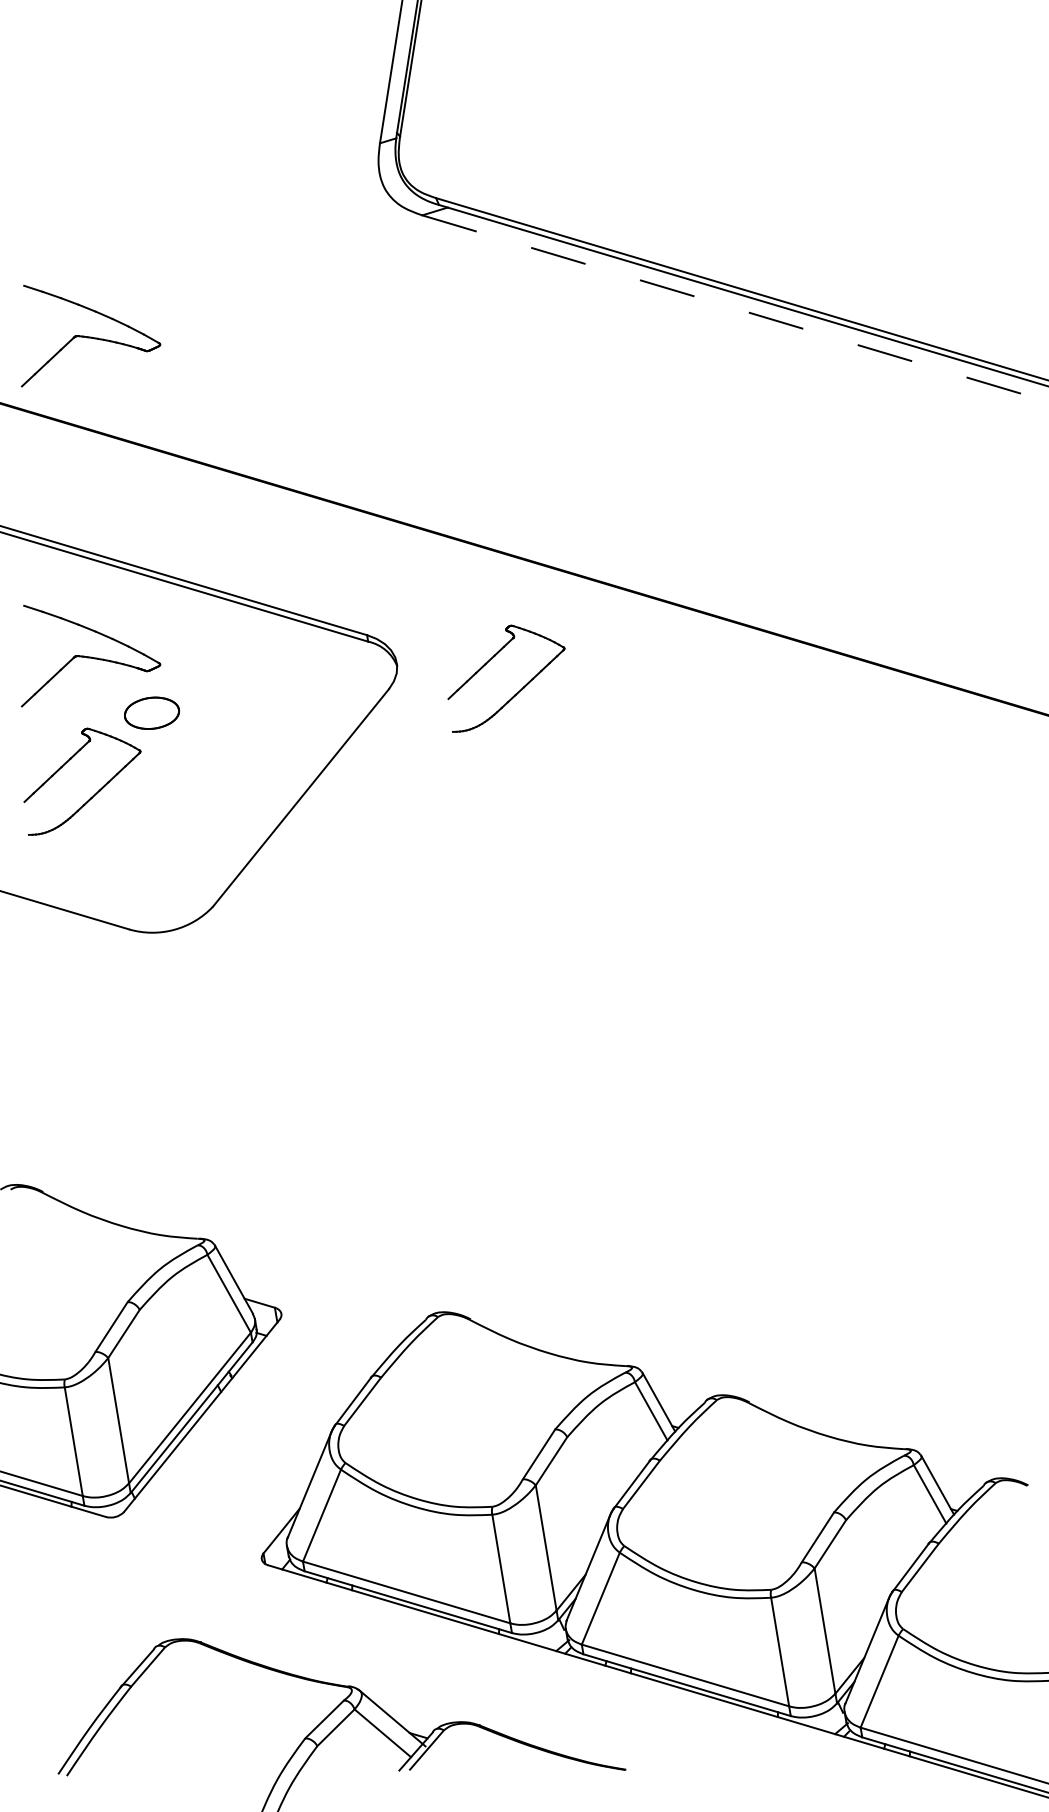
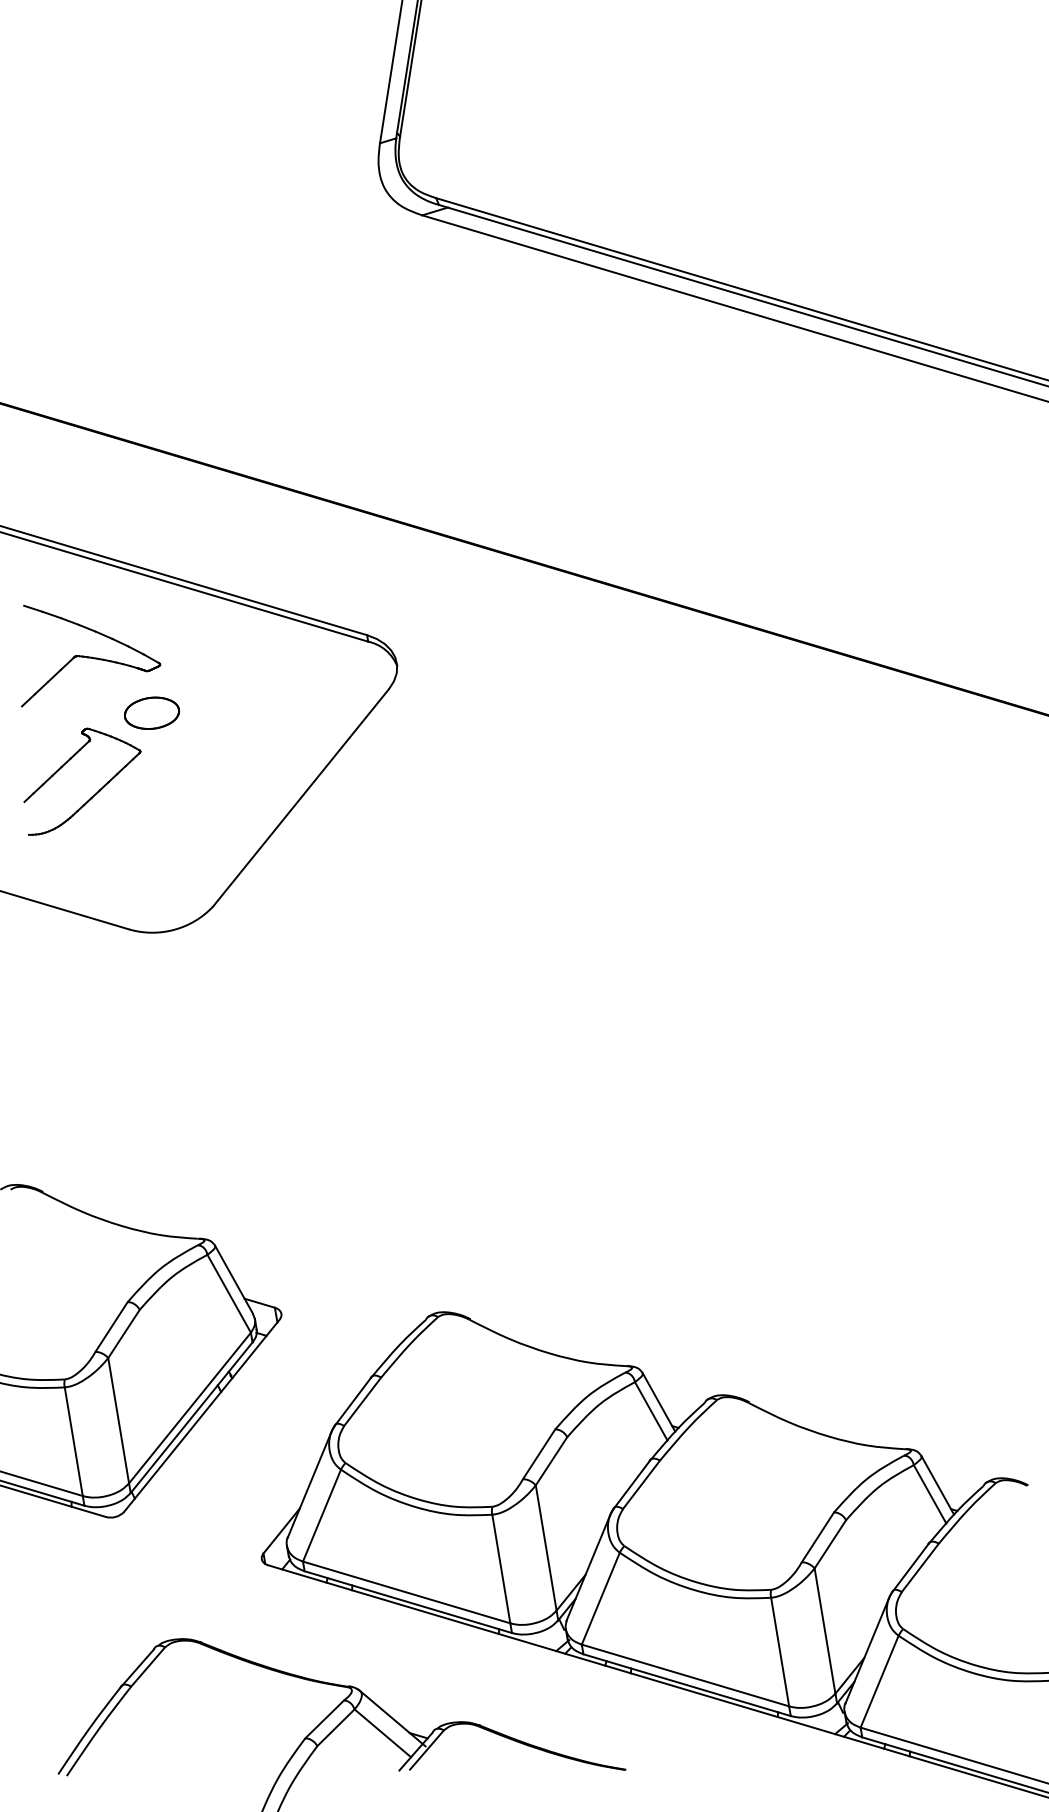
line at (735, 308): dashed -> solid
part at (91, 335): present -> none
part at (516, 692): present -> none
